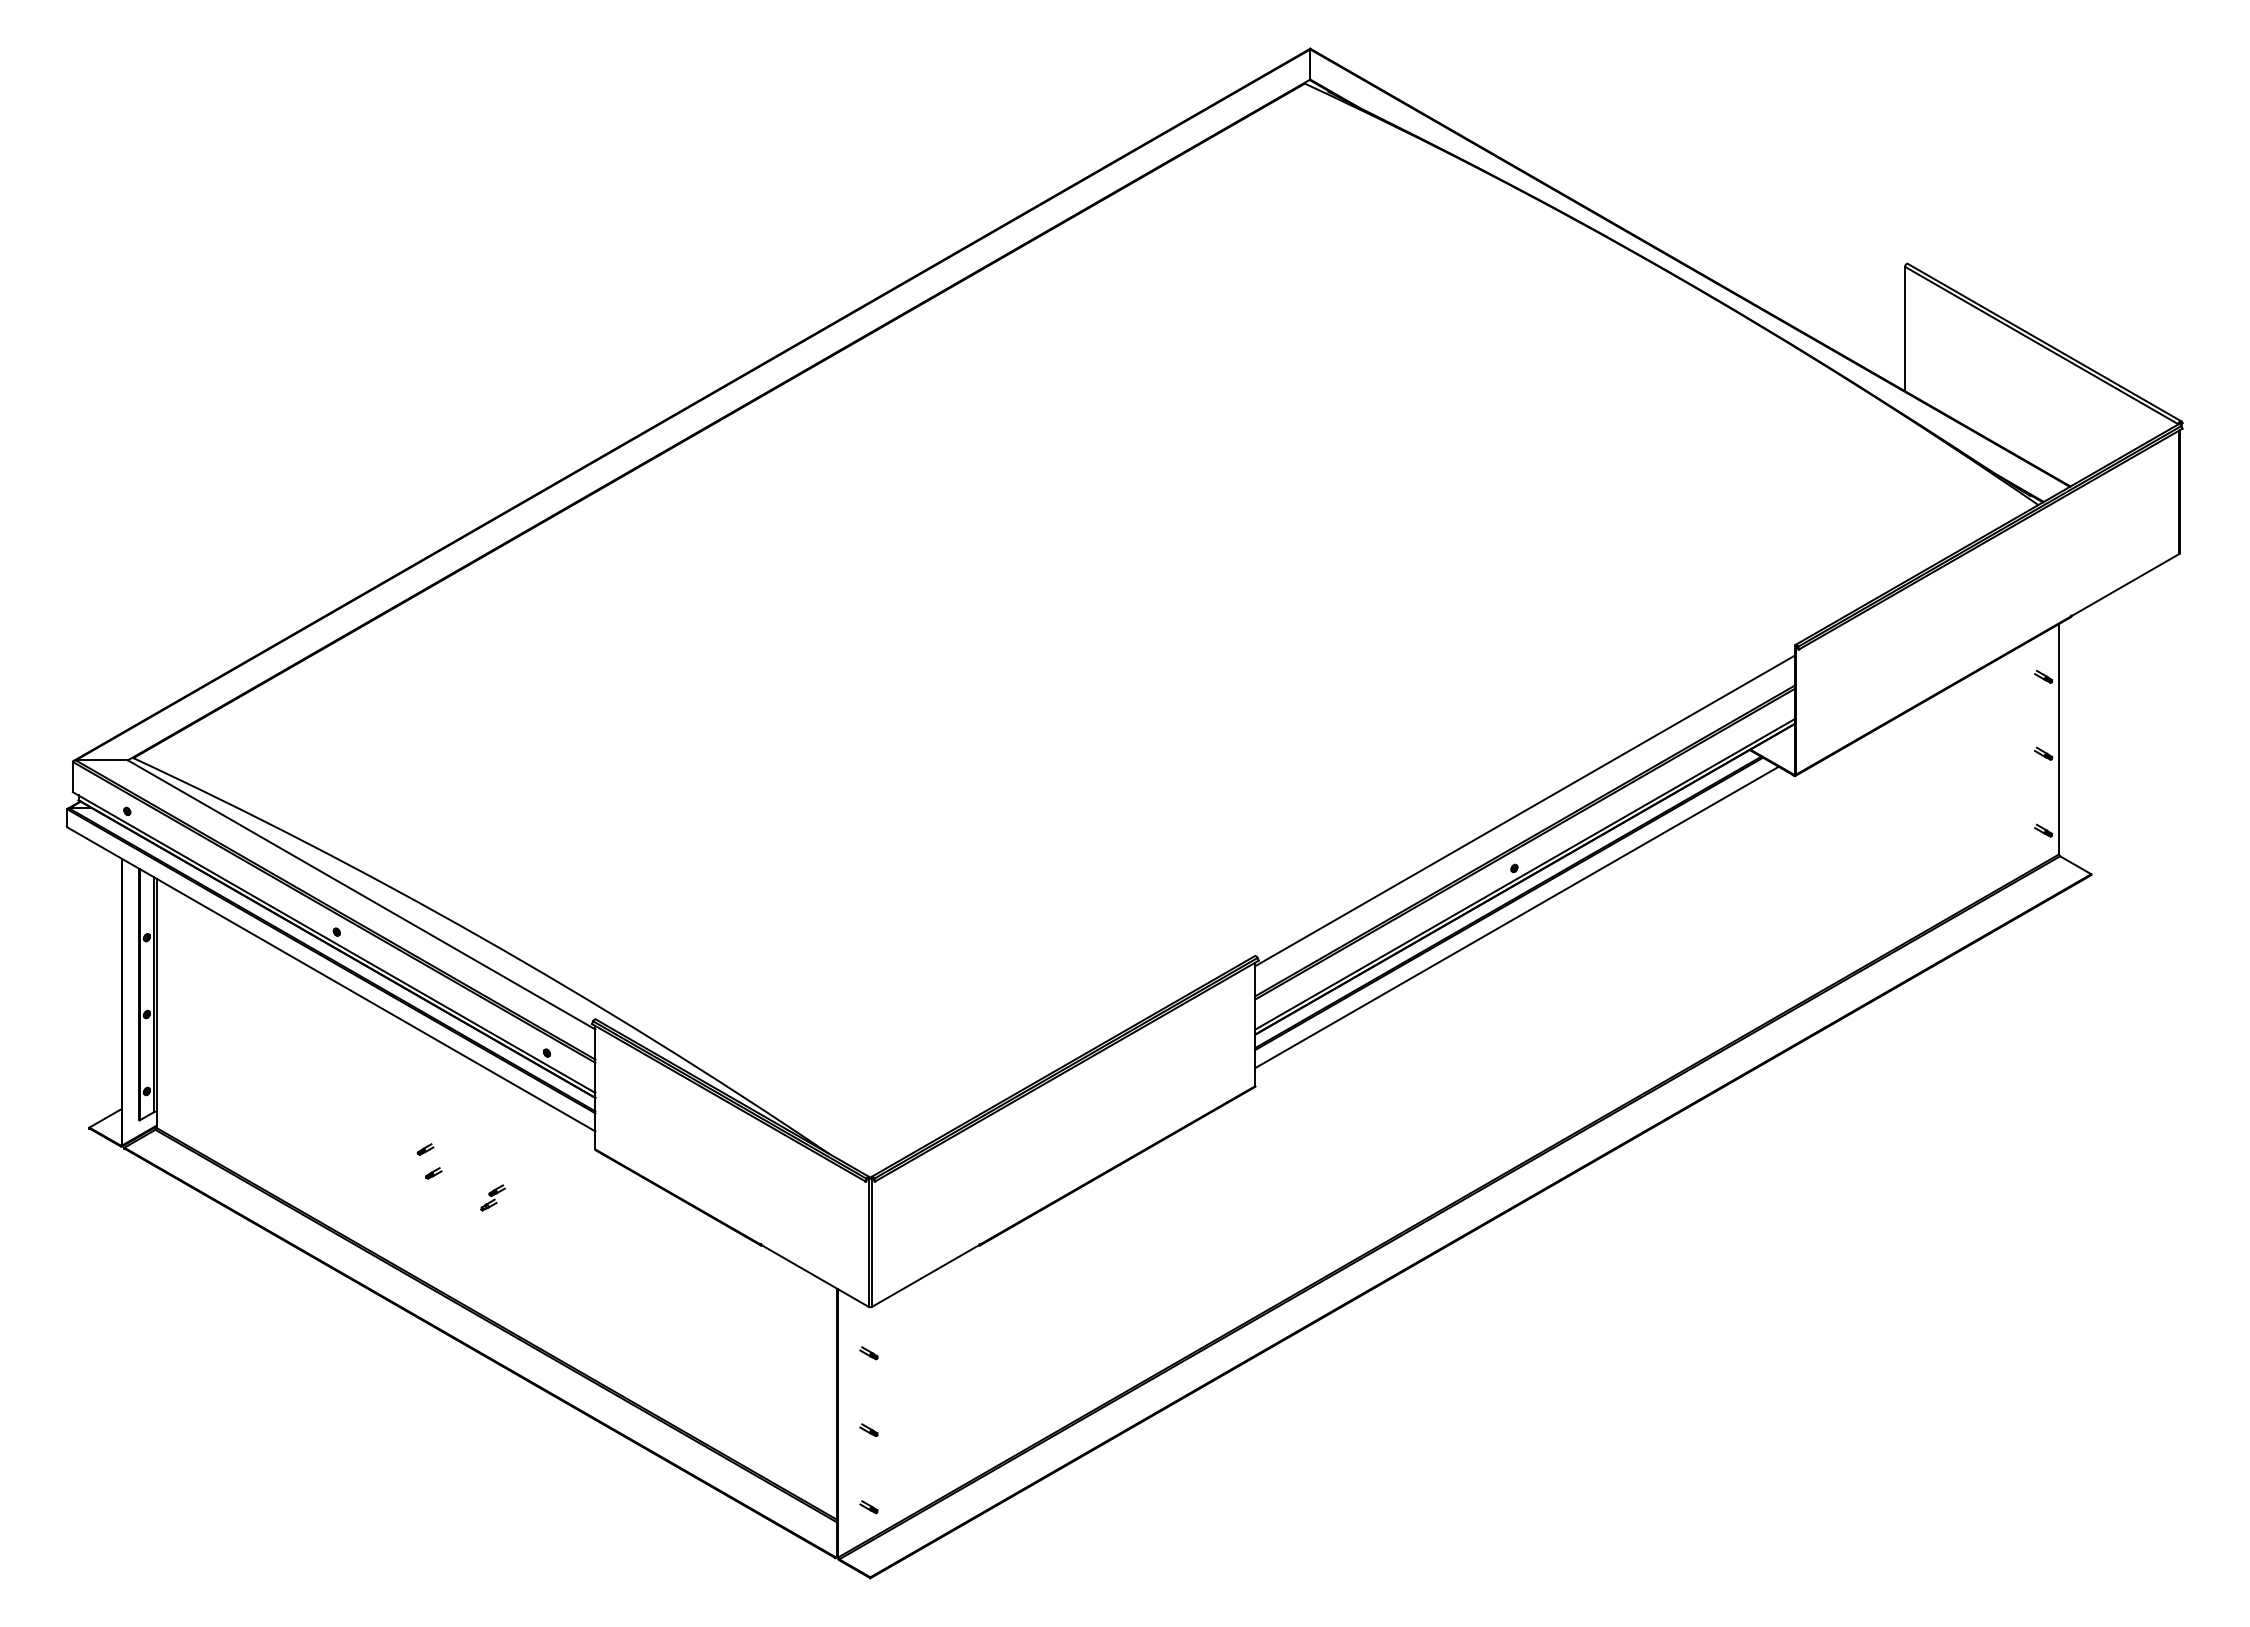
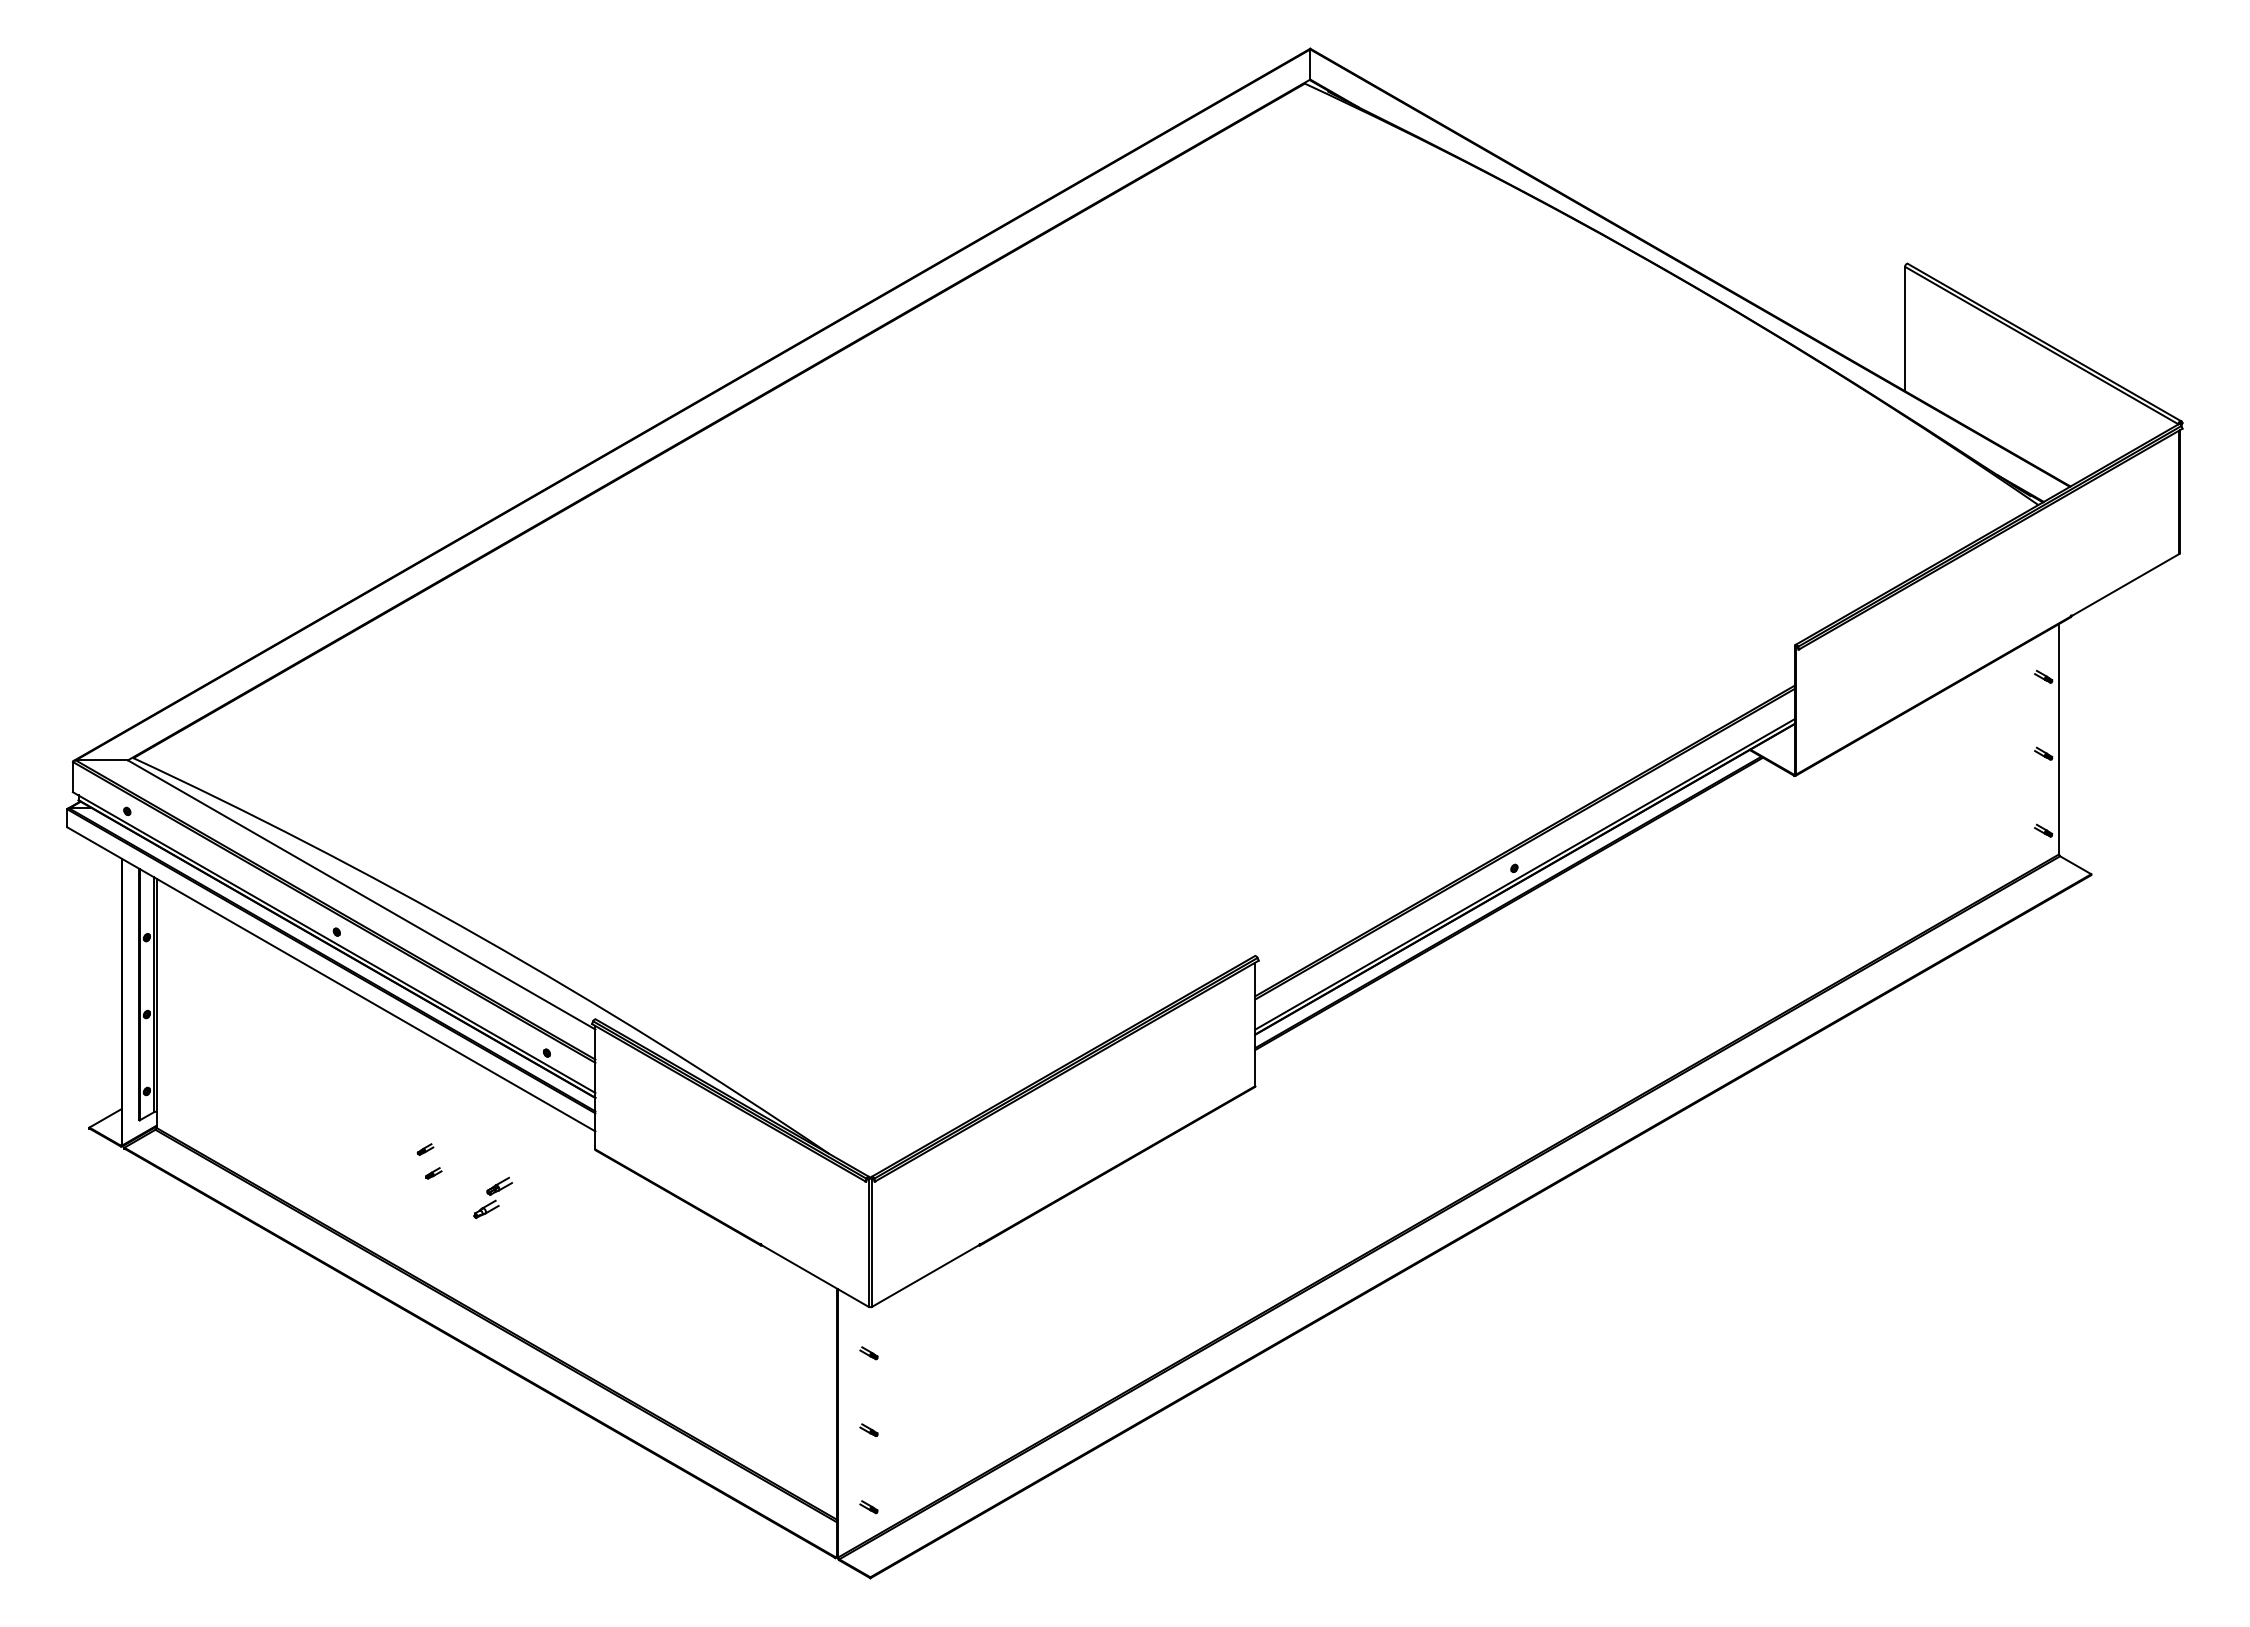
line at (1525, 810): present -> none
line at (1516, 917): present -> none
part at (492, 1197) size: 26x28 px -> 40x43 px
